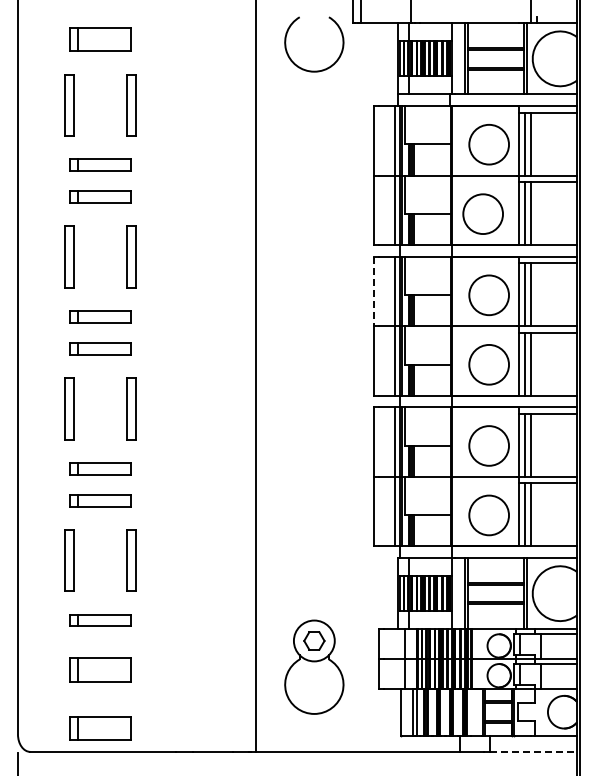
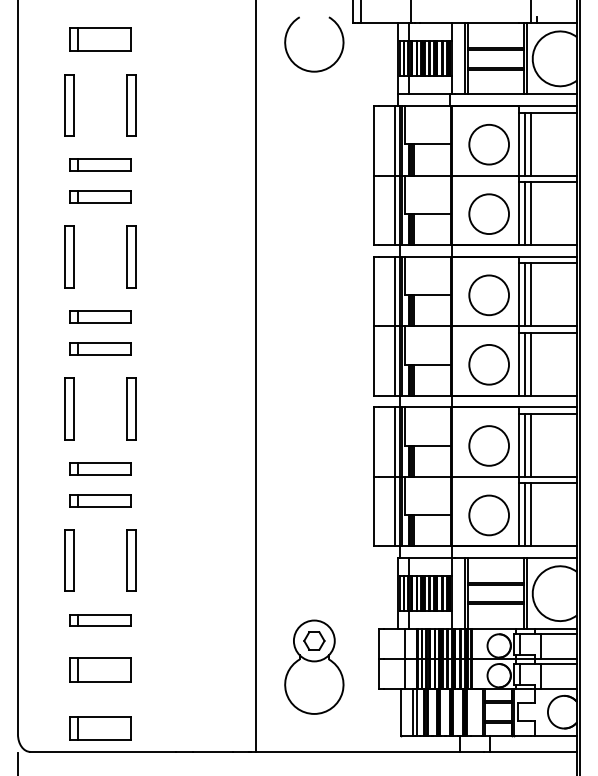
circle at (482, 213) position: (482, 213) -> (488, 213)
line at (374, 291): dashed -> solid
line at (533, 751): dashed -> solid
